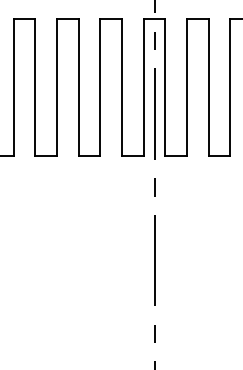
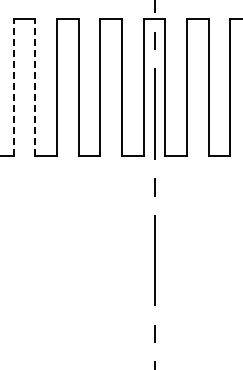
line at (13, 87): solid -> dashed
line at (35, 87): solid -> dashed
